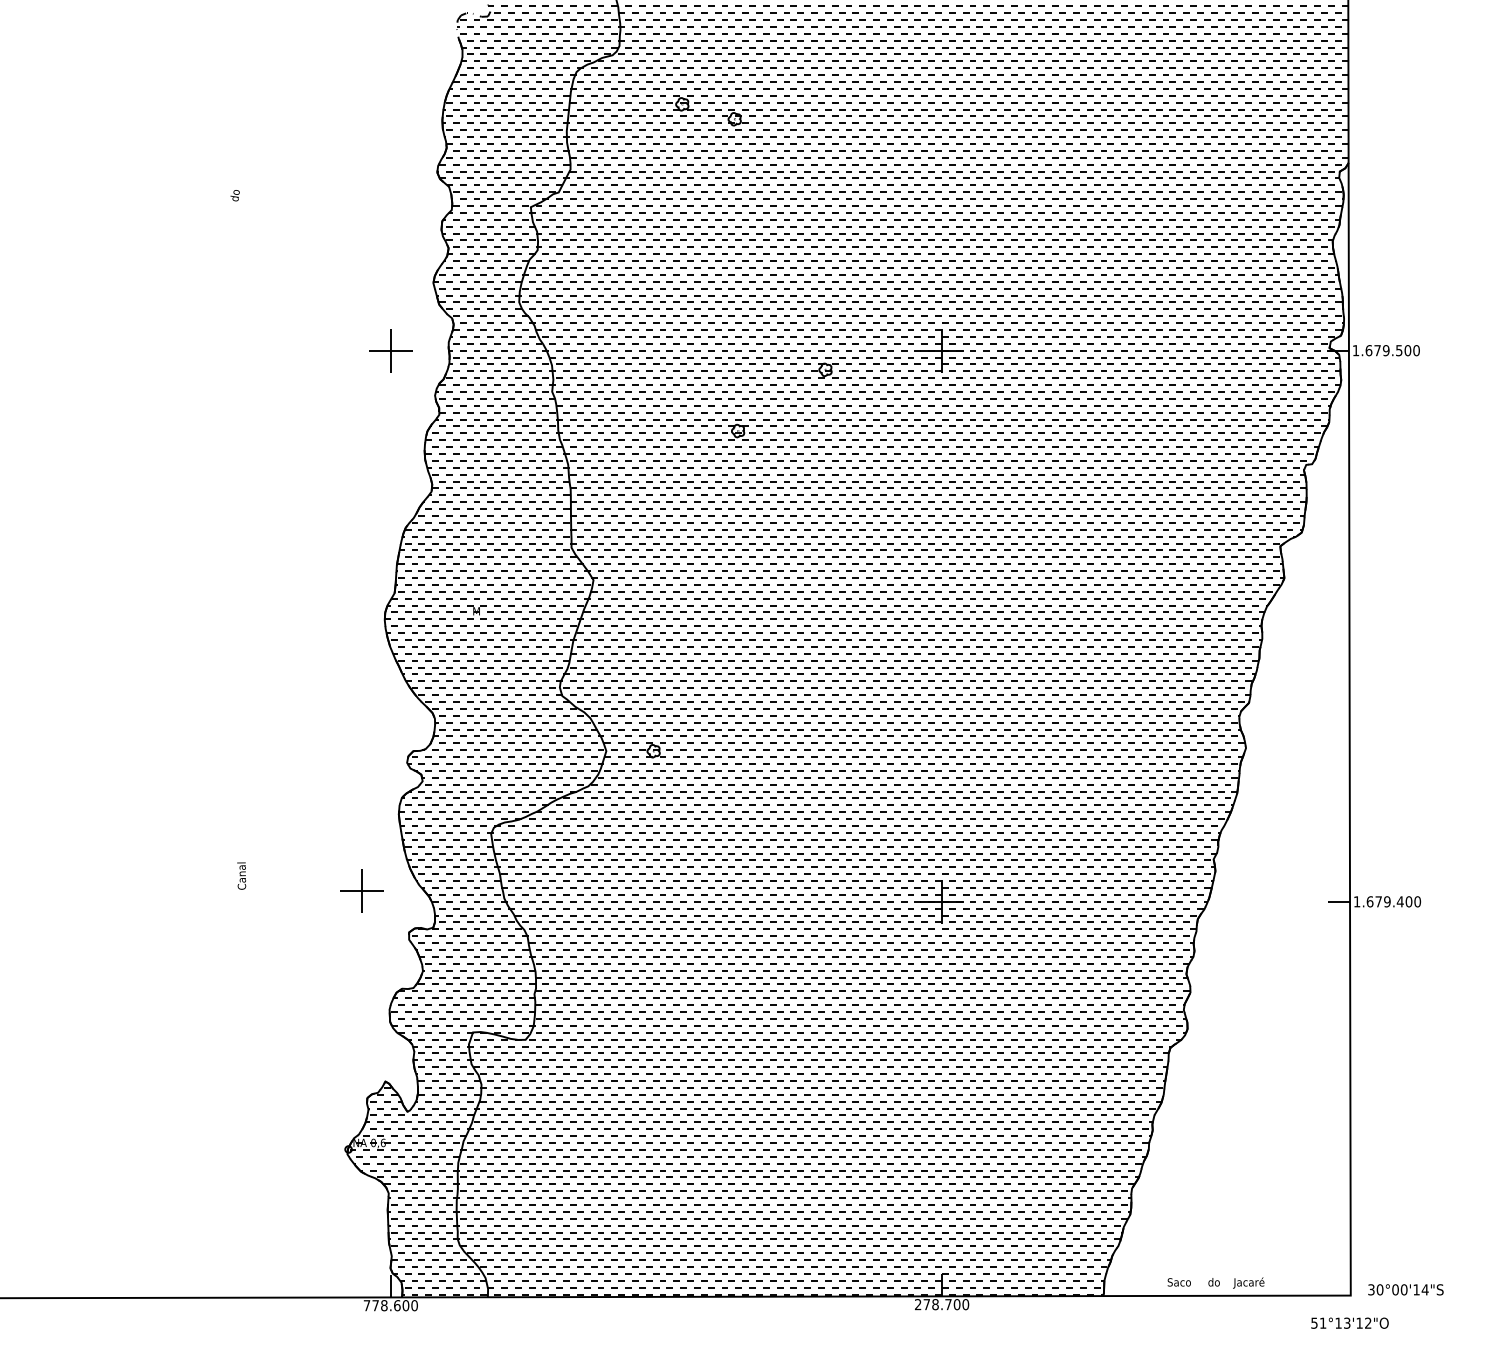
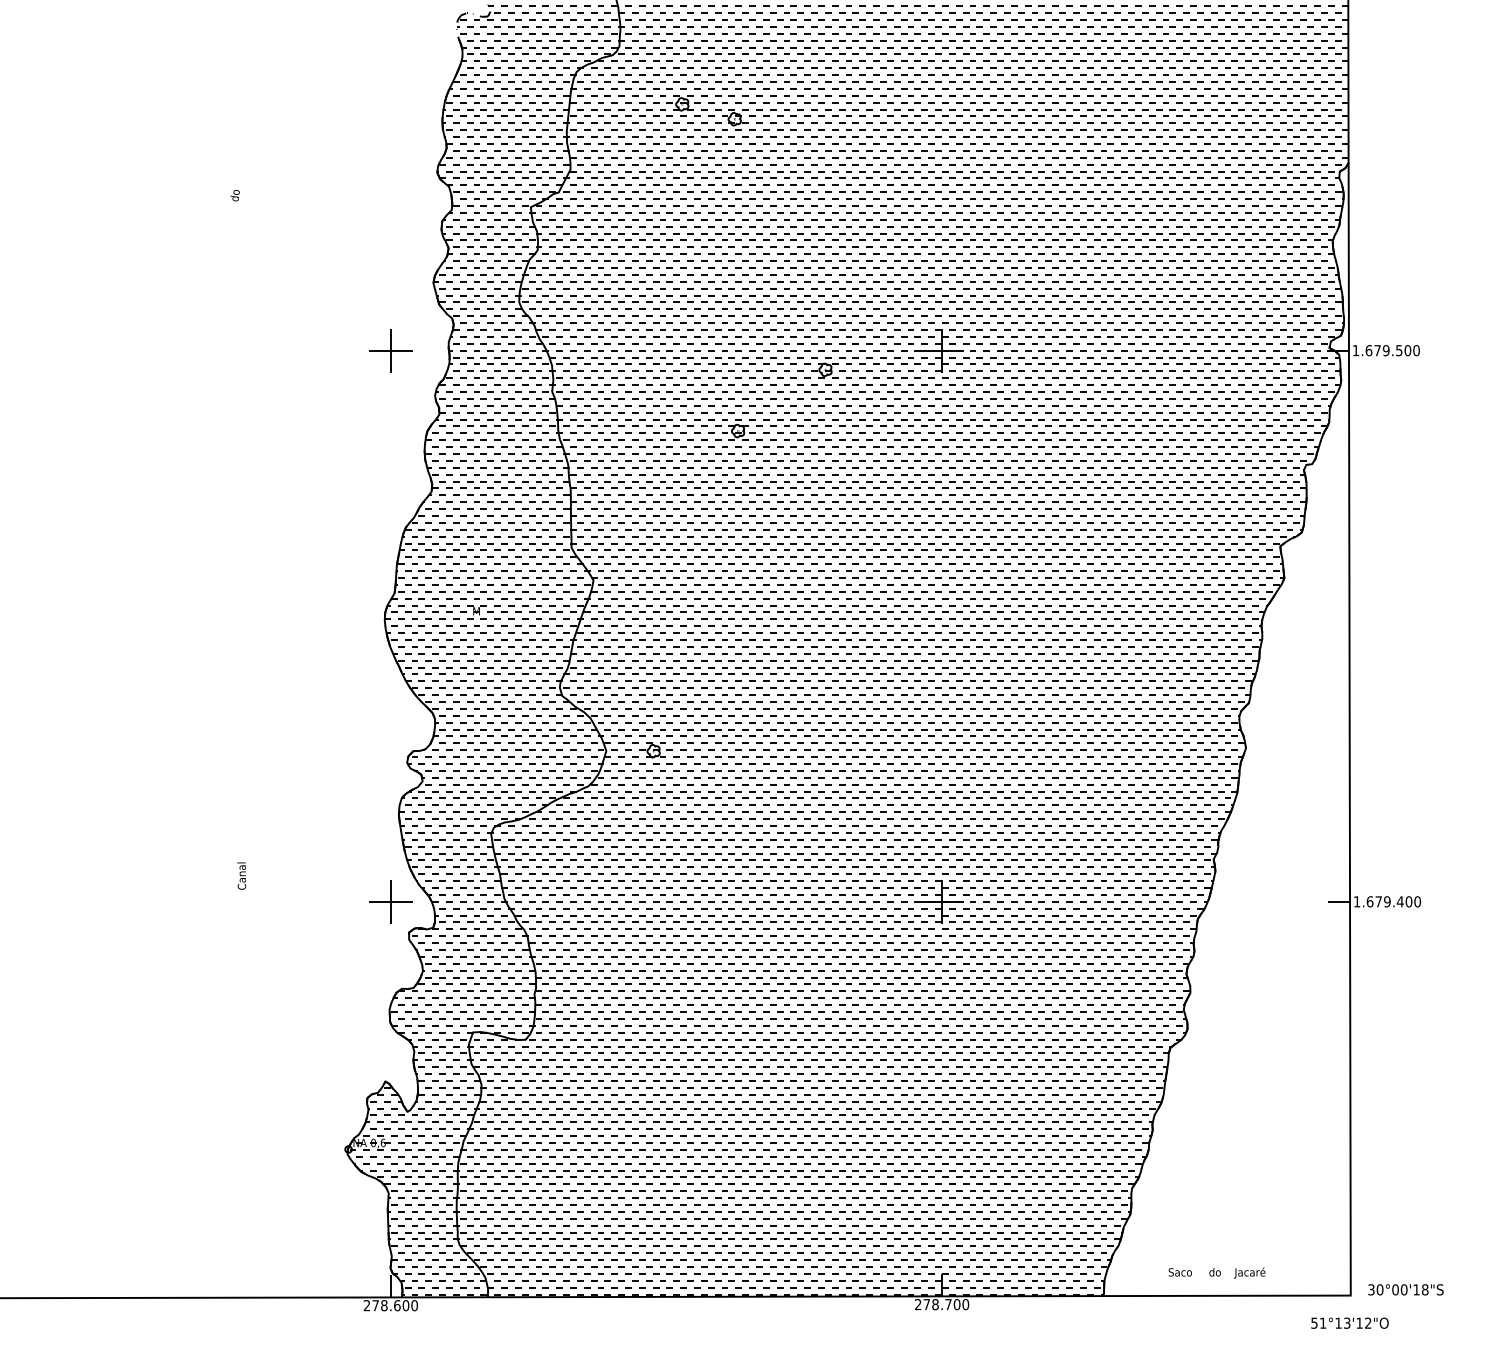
part at (361, 890) position: (361, 890) -> (390, 901)
text at (1215, 1282) position: (1215, 1282) -> (1216, 1272)
text at (1424, 1289): 30°00'14"S -> 30°00'18"S
text at (366, 1305): 778.600 -> 278.600
